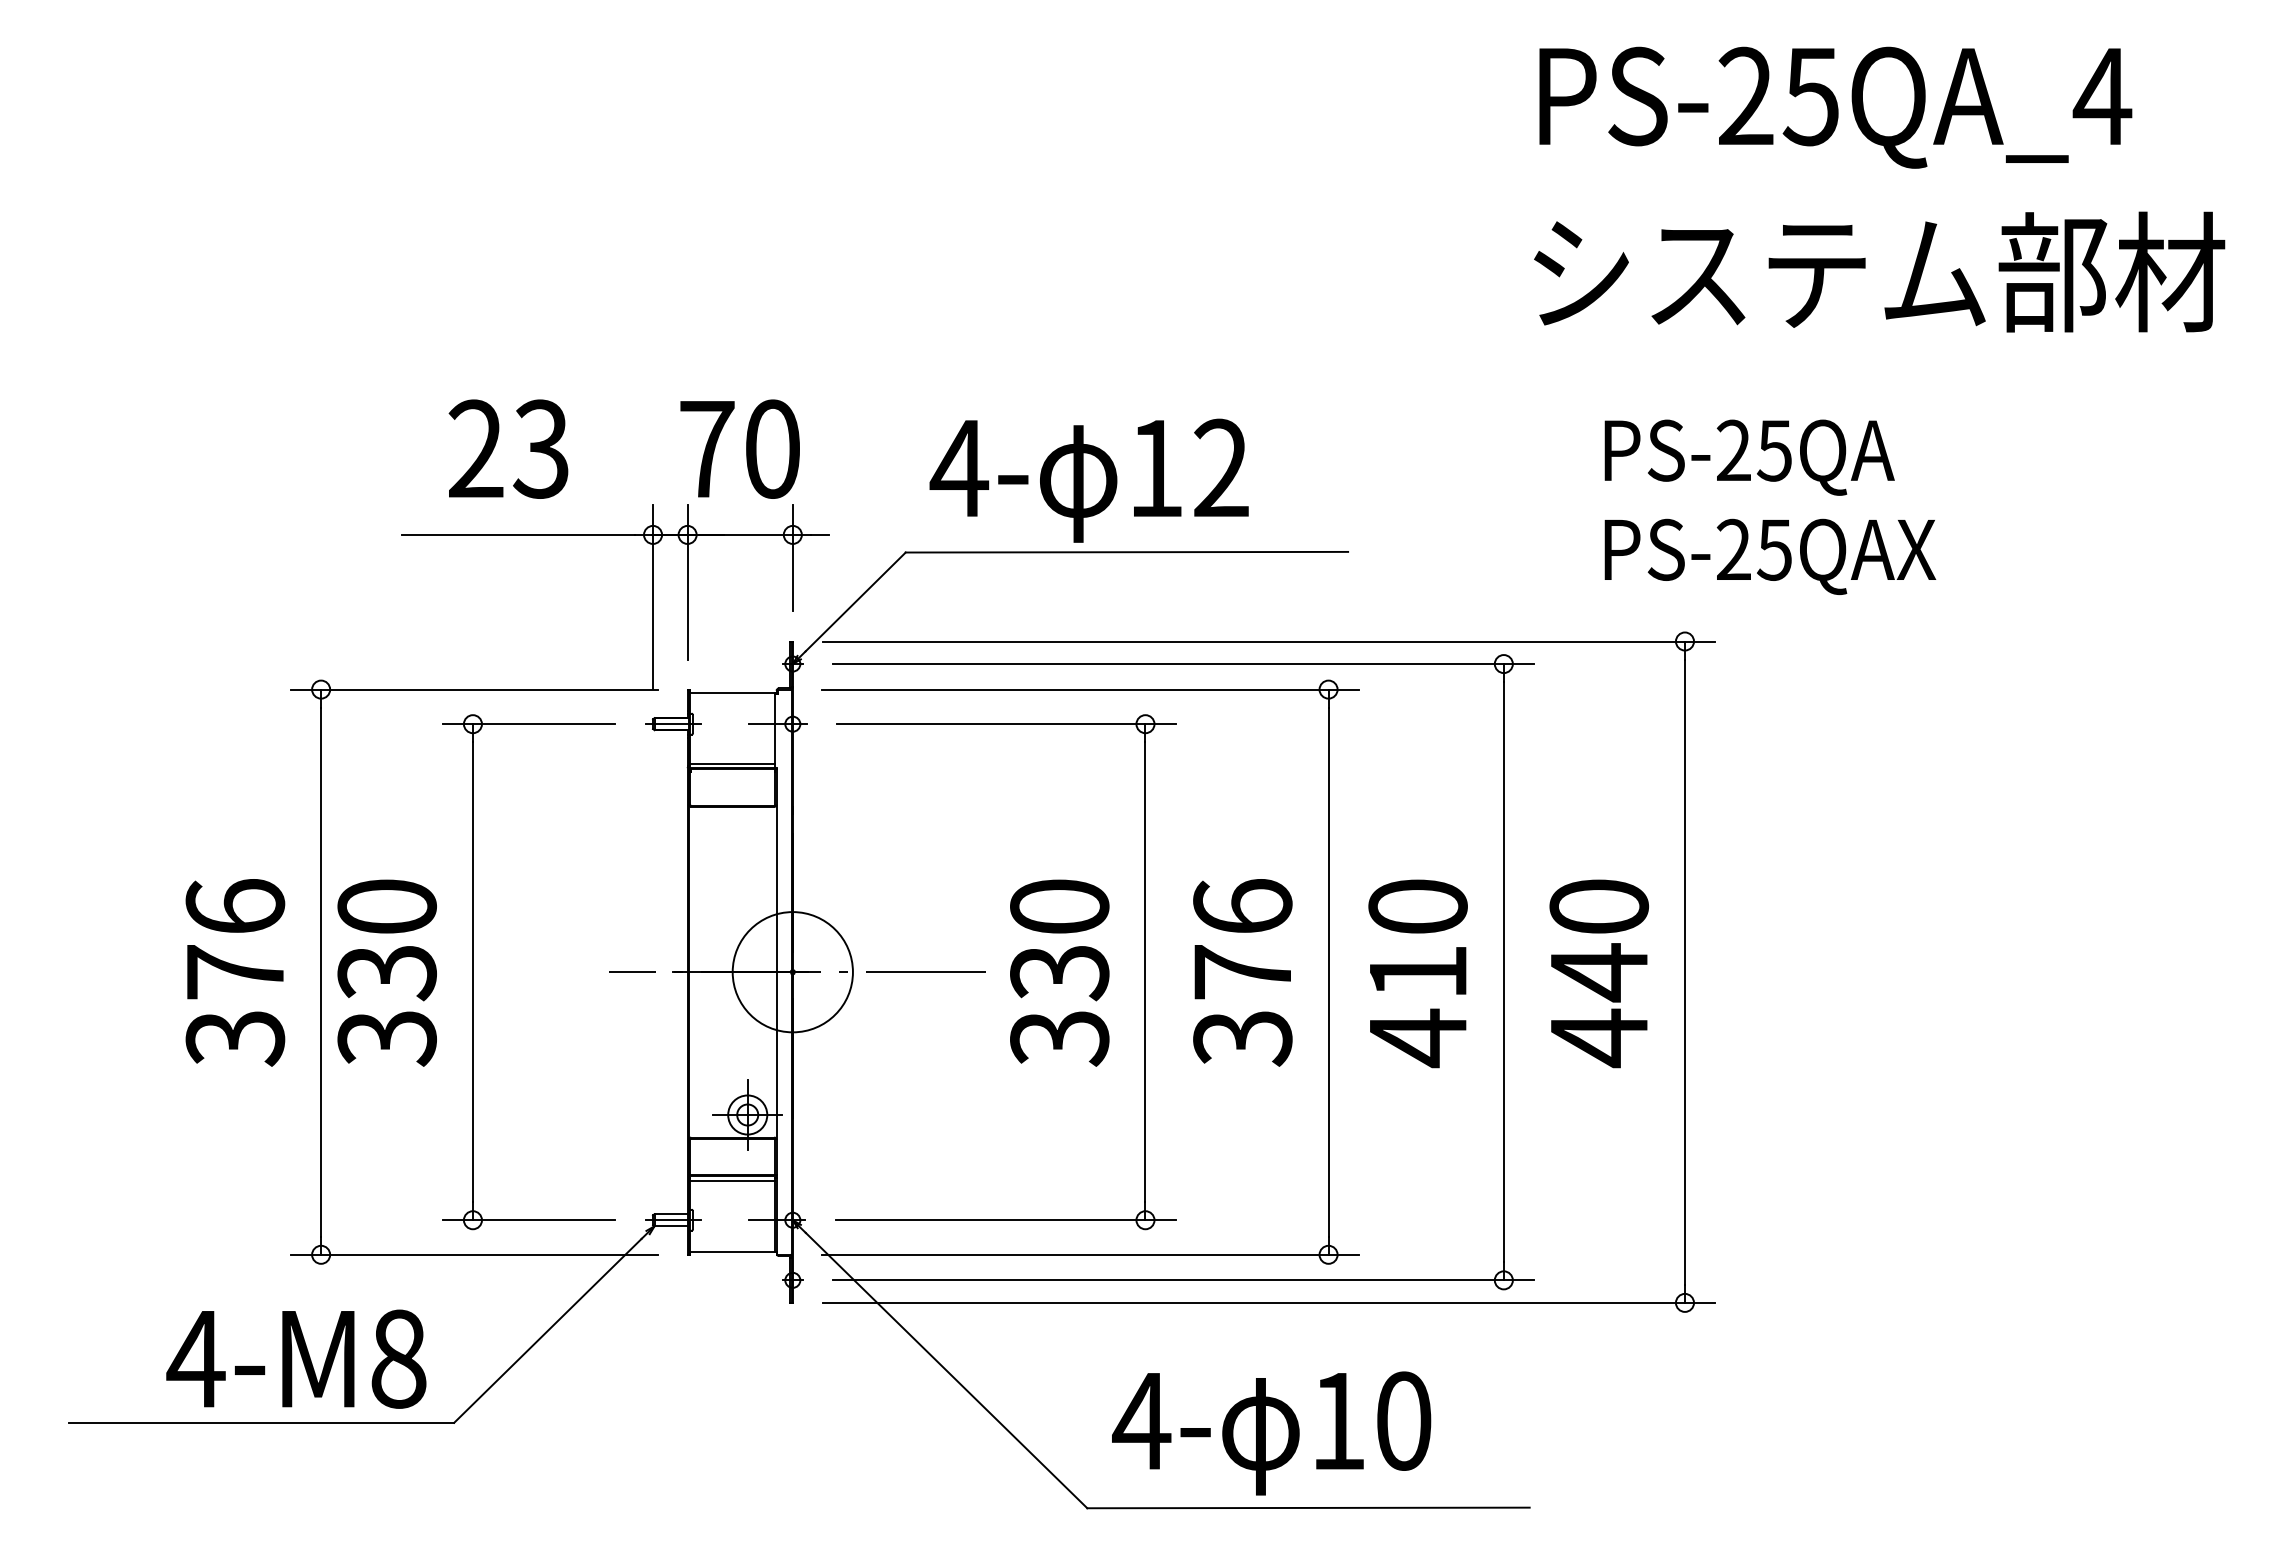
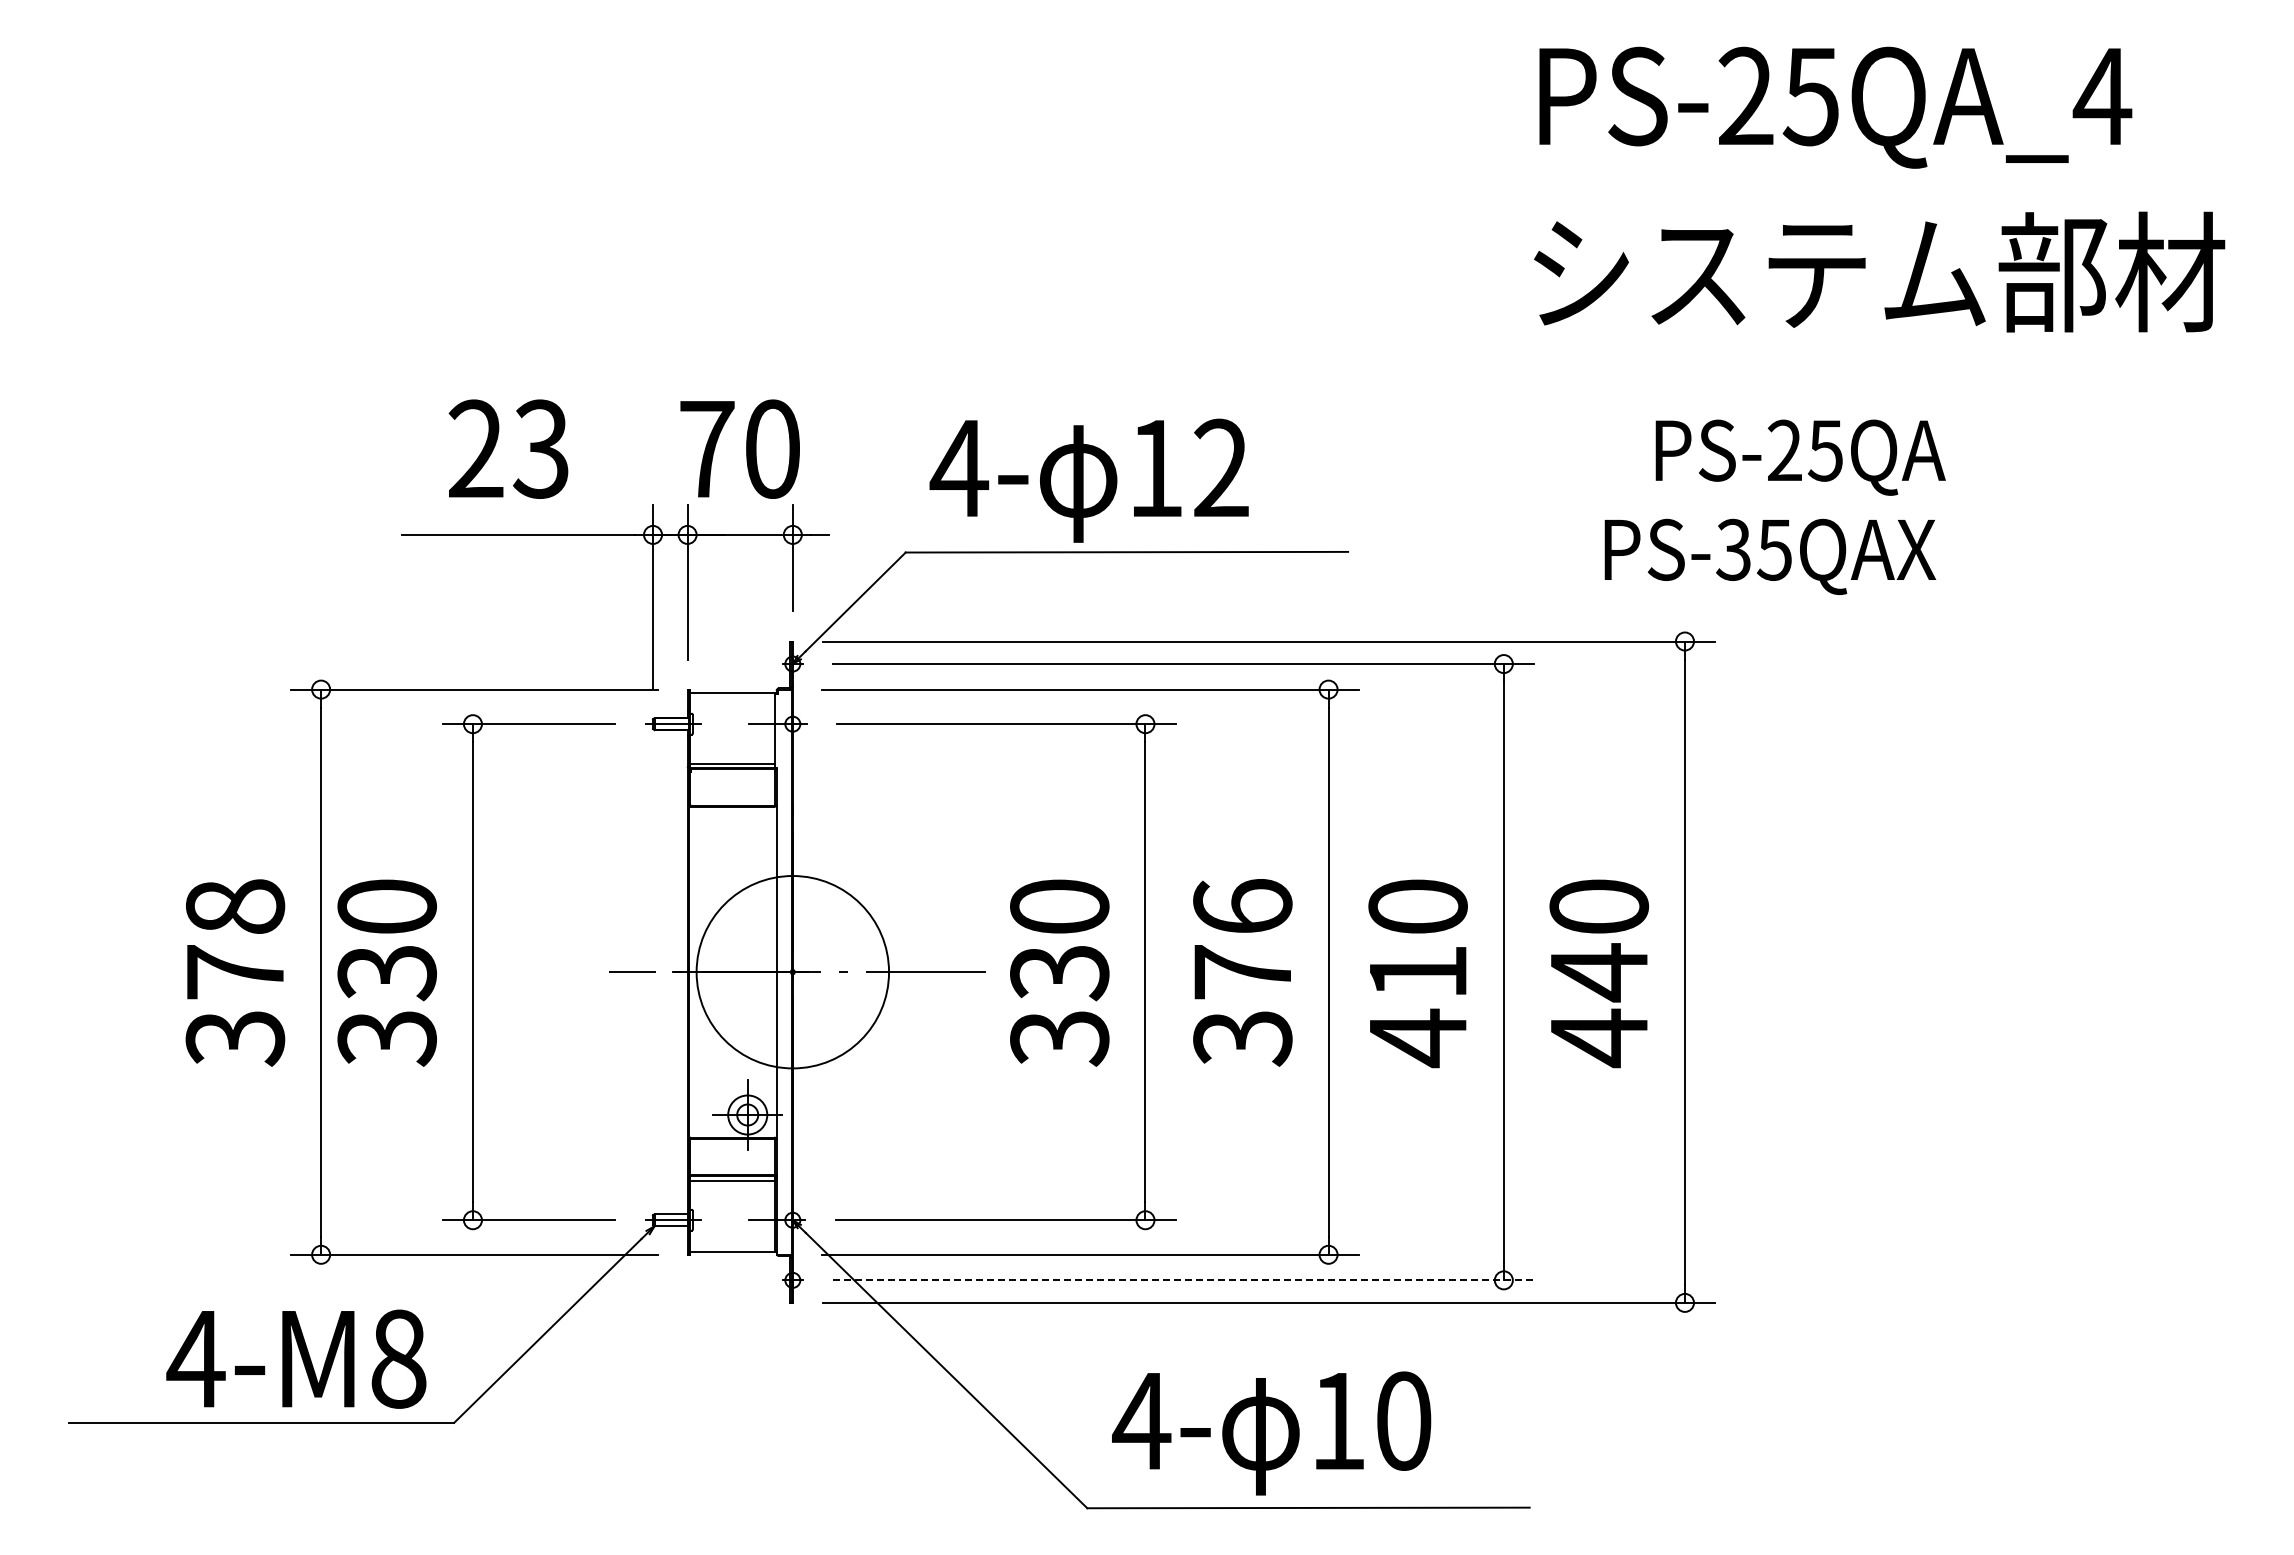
text at (1749, 457) position: (1749, 457) -> (1800, 457)
text at (1733, 549): PS-25QAX -> PS-35QAX
text at (235, 906): 376 -> 378
circle at (792, 972) diameter: 120 px -> 192 px
line at (1183, 1280): solid -> dashed
